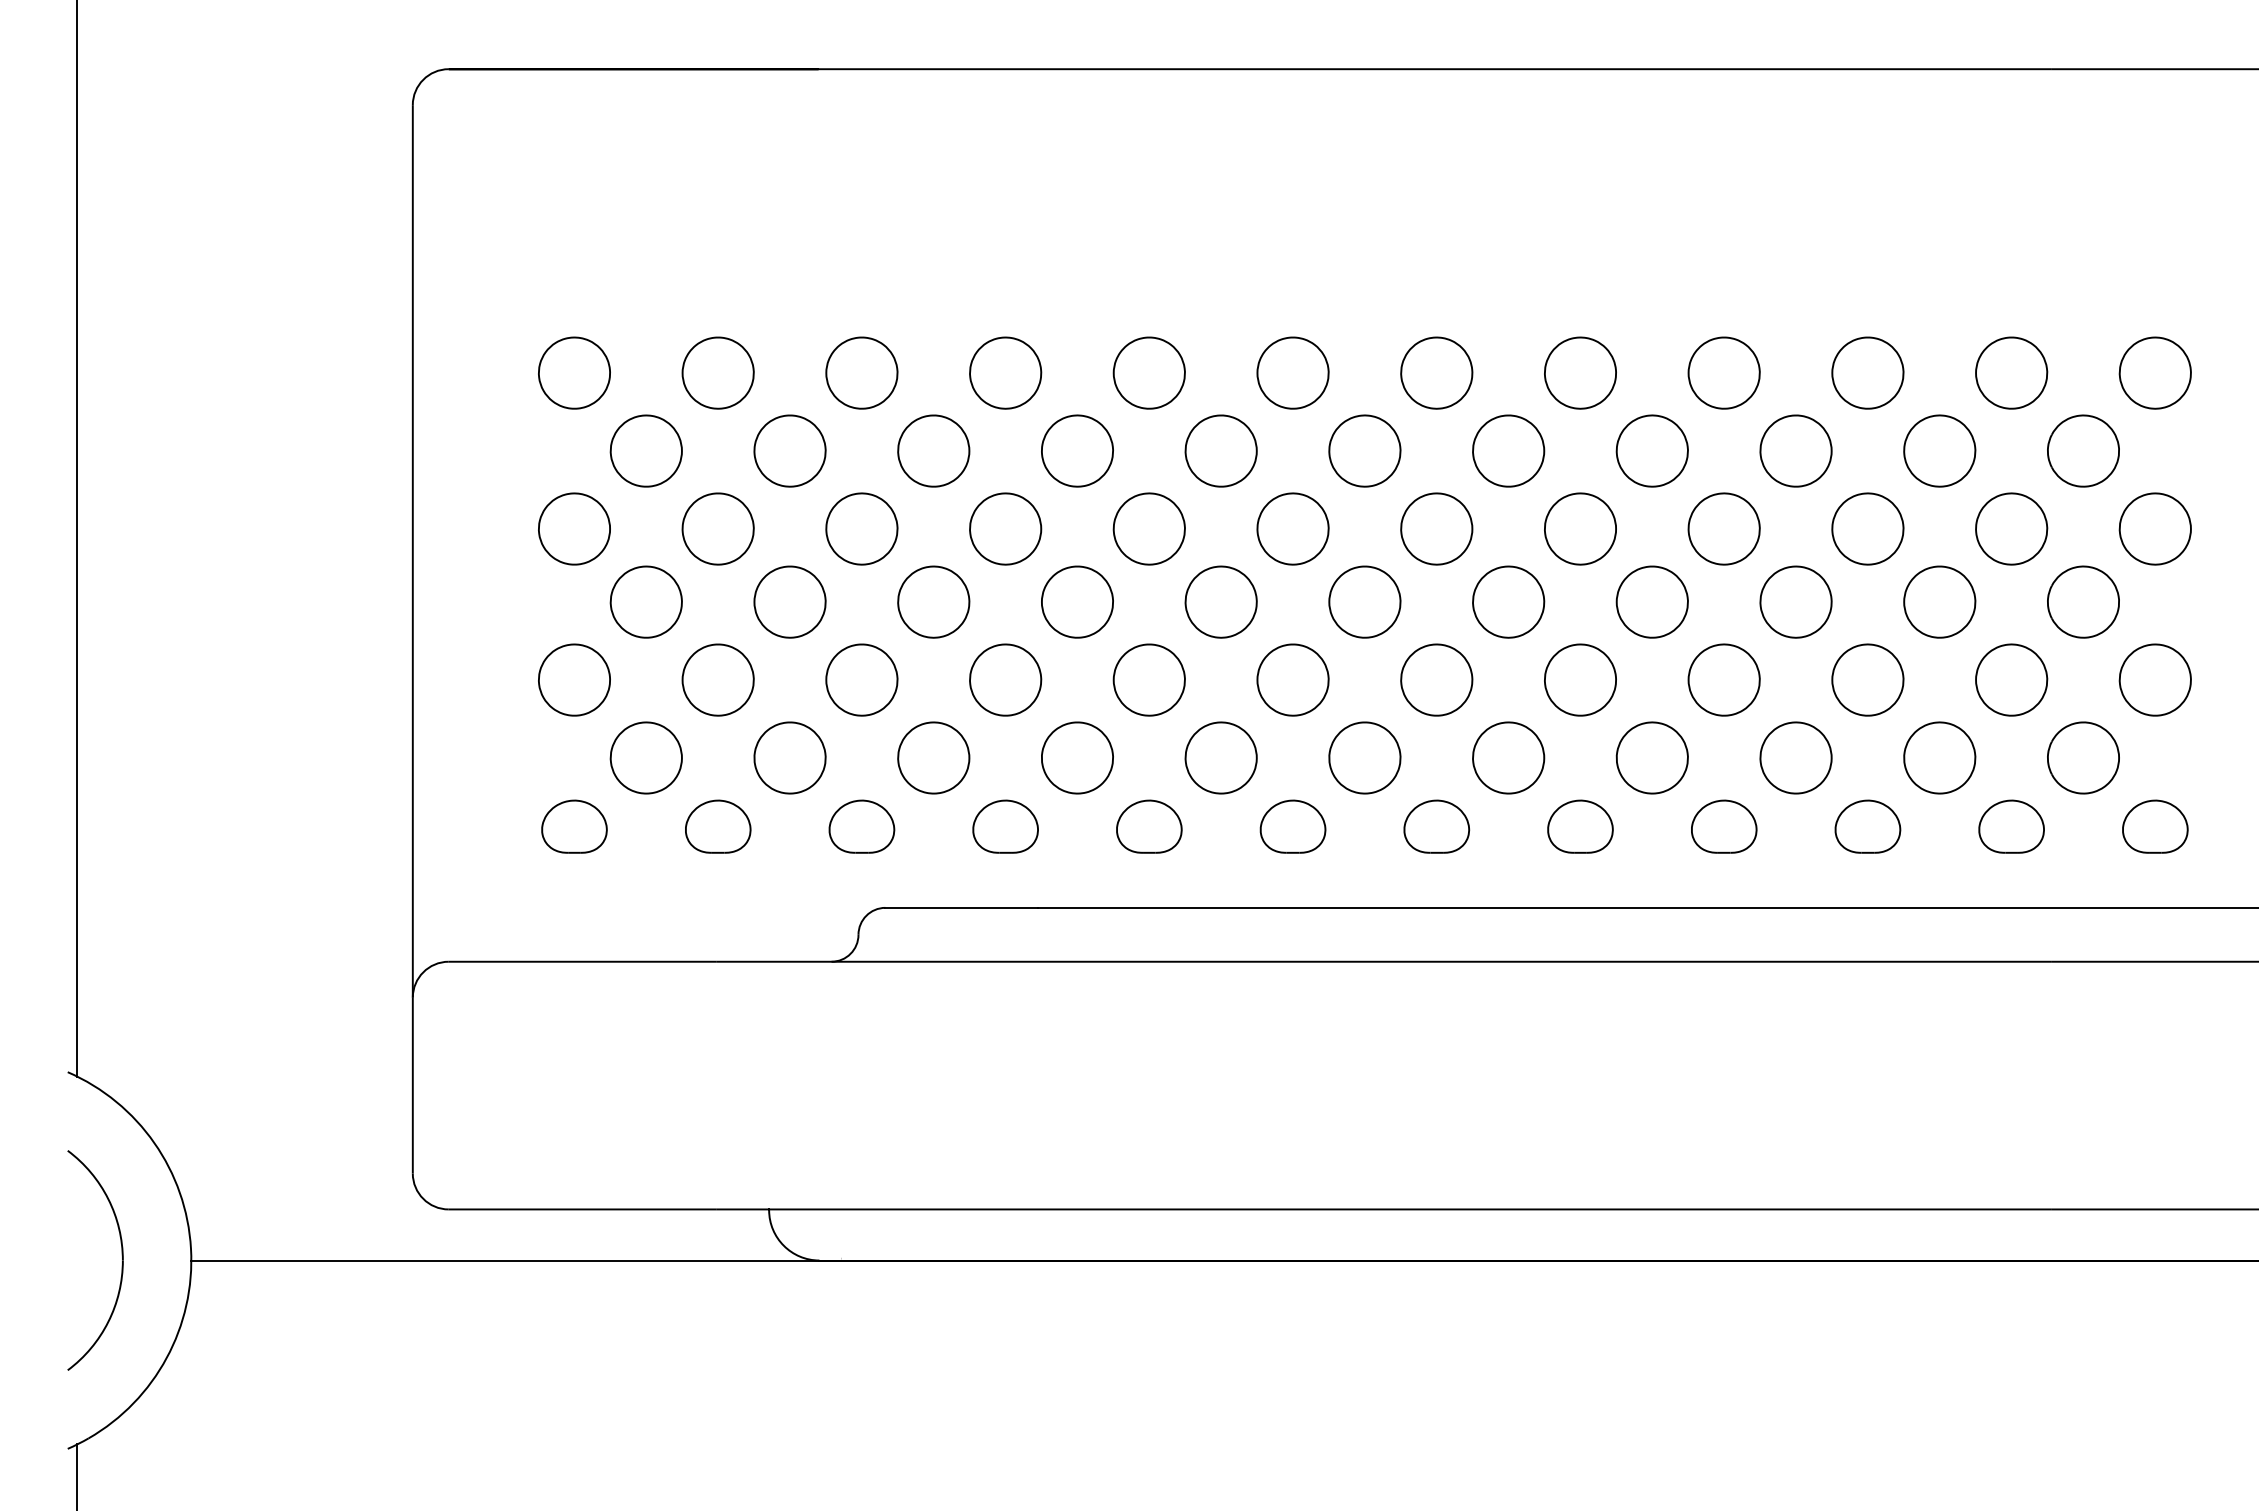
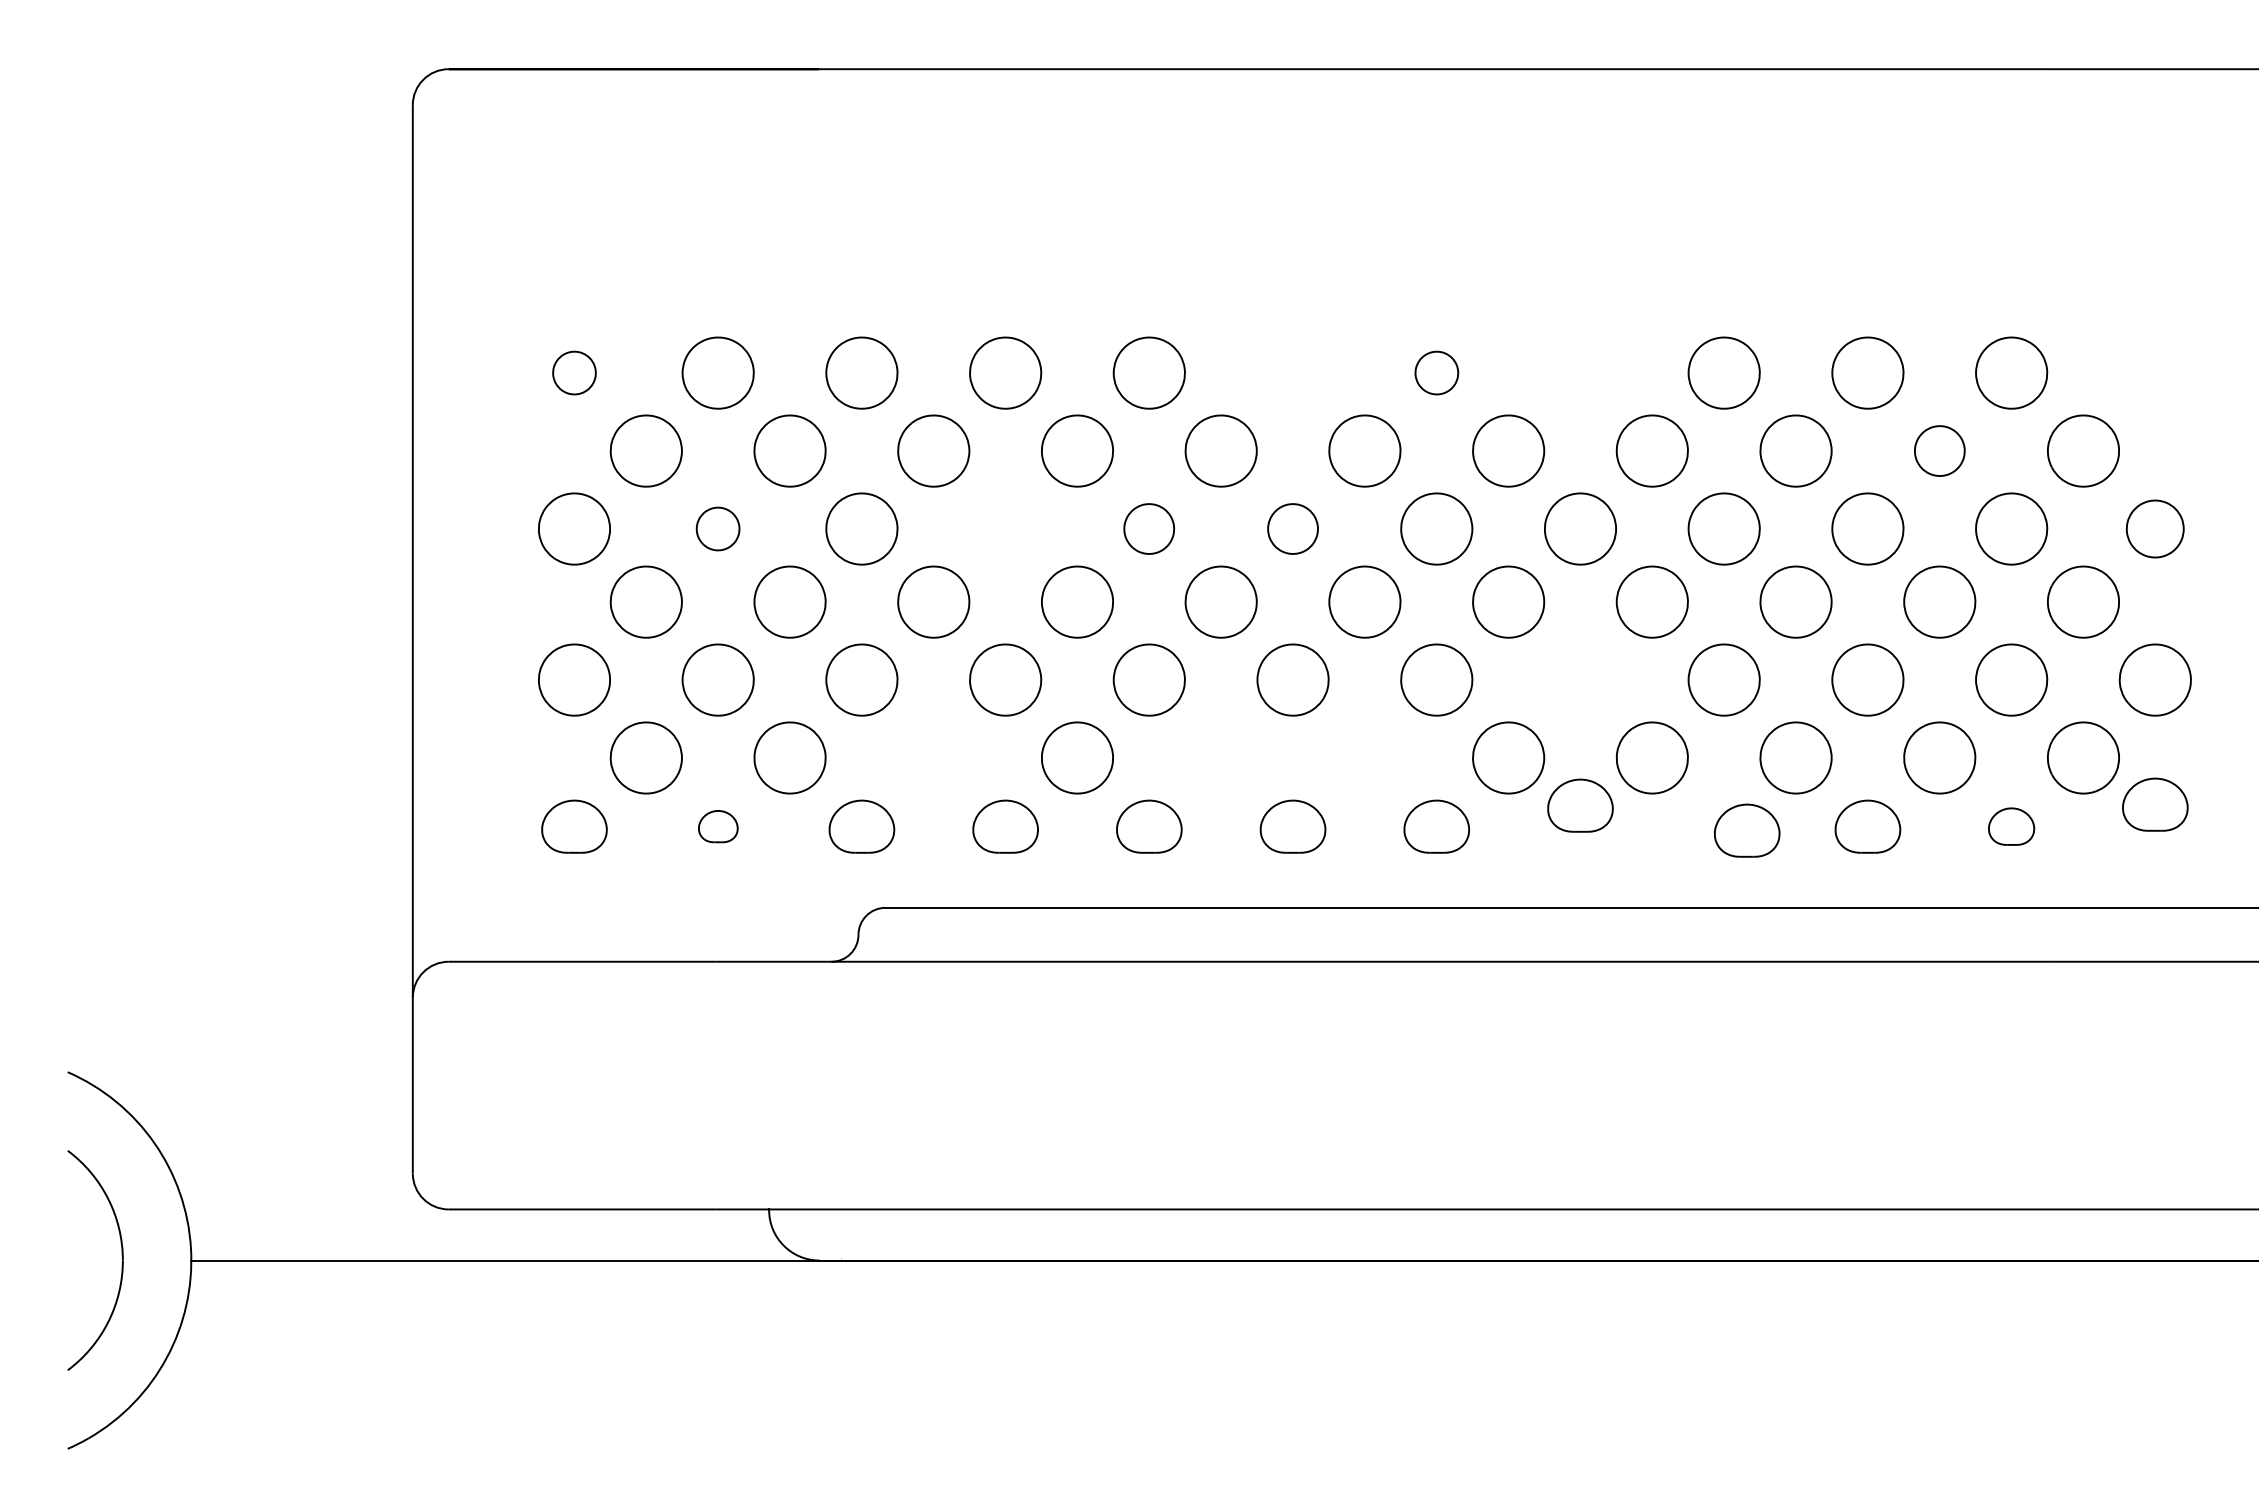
part at (574, 372) size: 73x74 px -> 45x46 px
part at (1292, 372): present -> none
part at (1436, 372) size: 74x74 px -> 46x46 px
part at (1580, 372): present -> none
part at (2154, 372): present -> none
part at (1939, 450) size: 74x74 px -> 52x52 px
part at (717, 528) size: 74x74 px -> 46x46 px
part at (1005, 528): present -> none
part at (1148, 528) size: 74x74 px -> 53x52 px
part at (1292, 528) size: 74x74 px -> 52x52 px
part at (2154, 528) size: 74x74 px -> 60x60 px
line at (77, 539): present -> none
part at (1580, 679): present -> none
part at (933, 757): present -> none
part at (1220, 757): present -> none
part at (1364, 757): present -> none
part at (718, 826) size: 67x55 px -> 41x34 px
part at (1580, 826) position: (1580, 826) -> (1580, 805)
part at (1724, 826) position: (1724, 826) -> (1747, 830)
part at (2011, 826) size: 67x55 px -> 48x39 px
part at (2155, 826) position: (2155, 826) -> (2155, 804)
line at (77, 1475): present -> none
